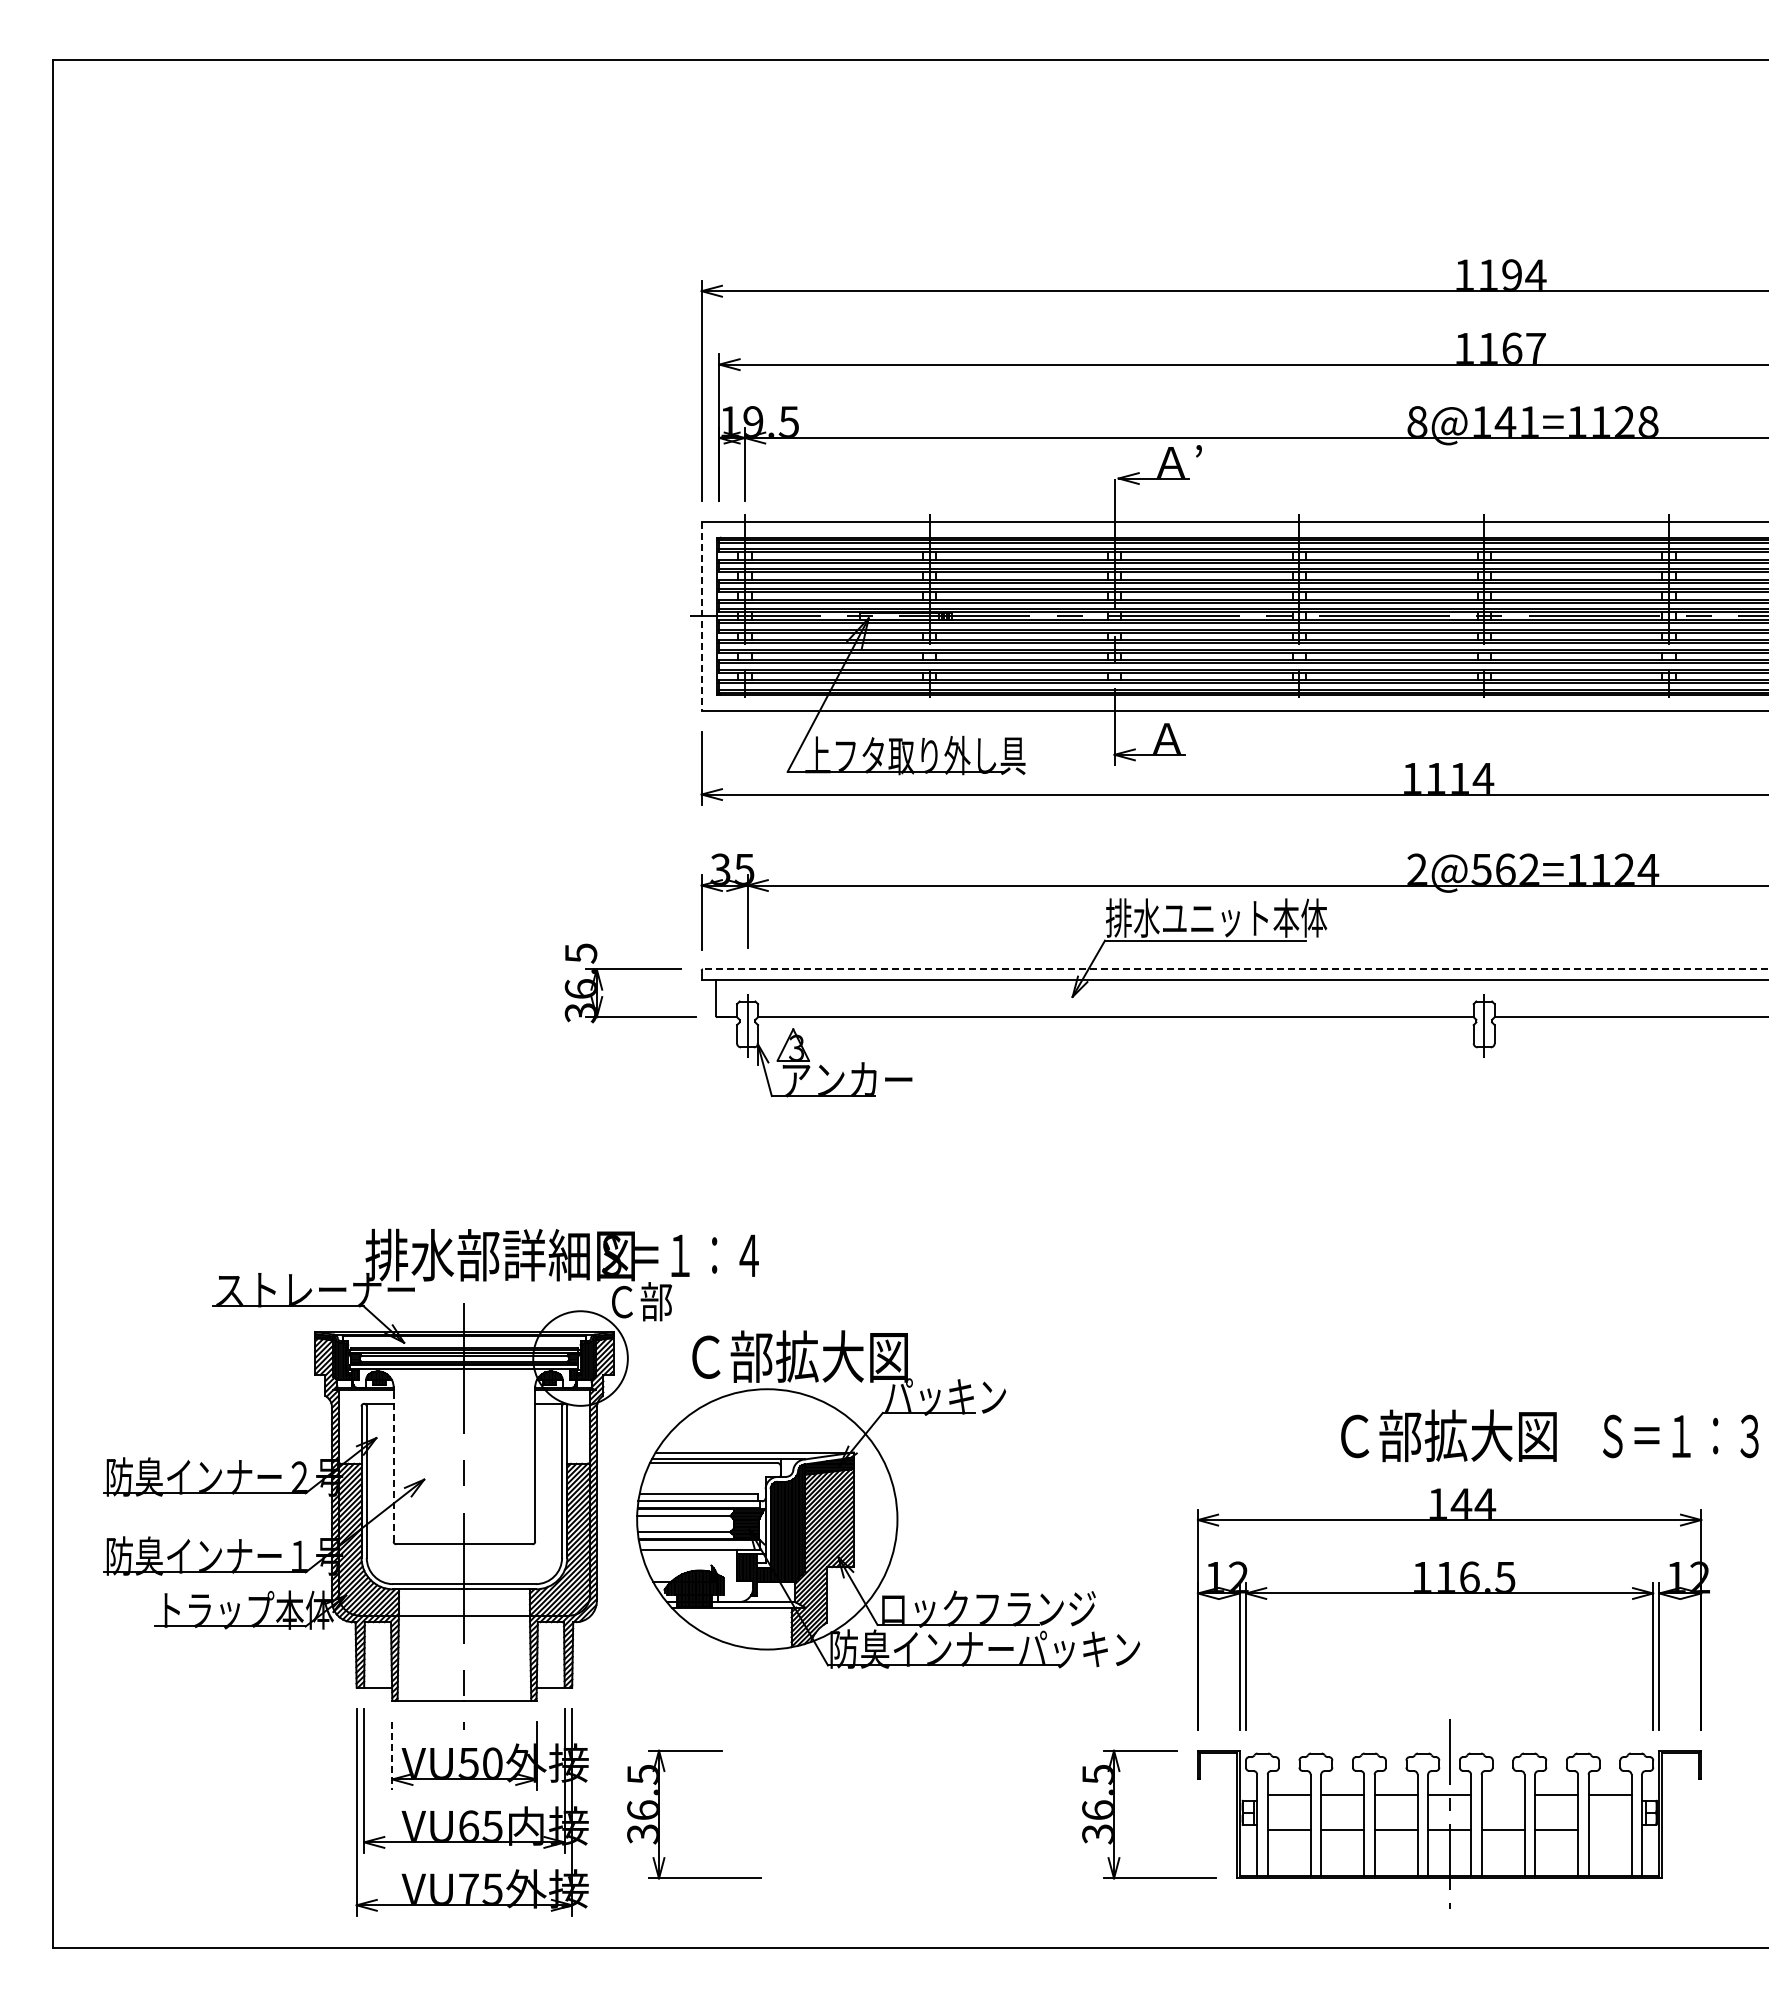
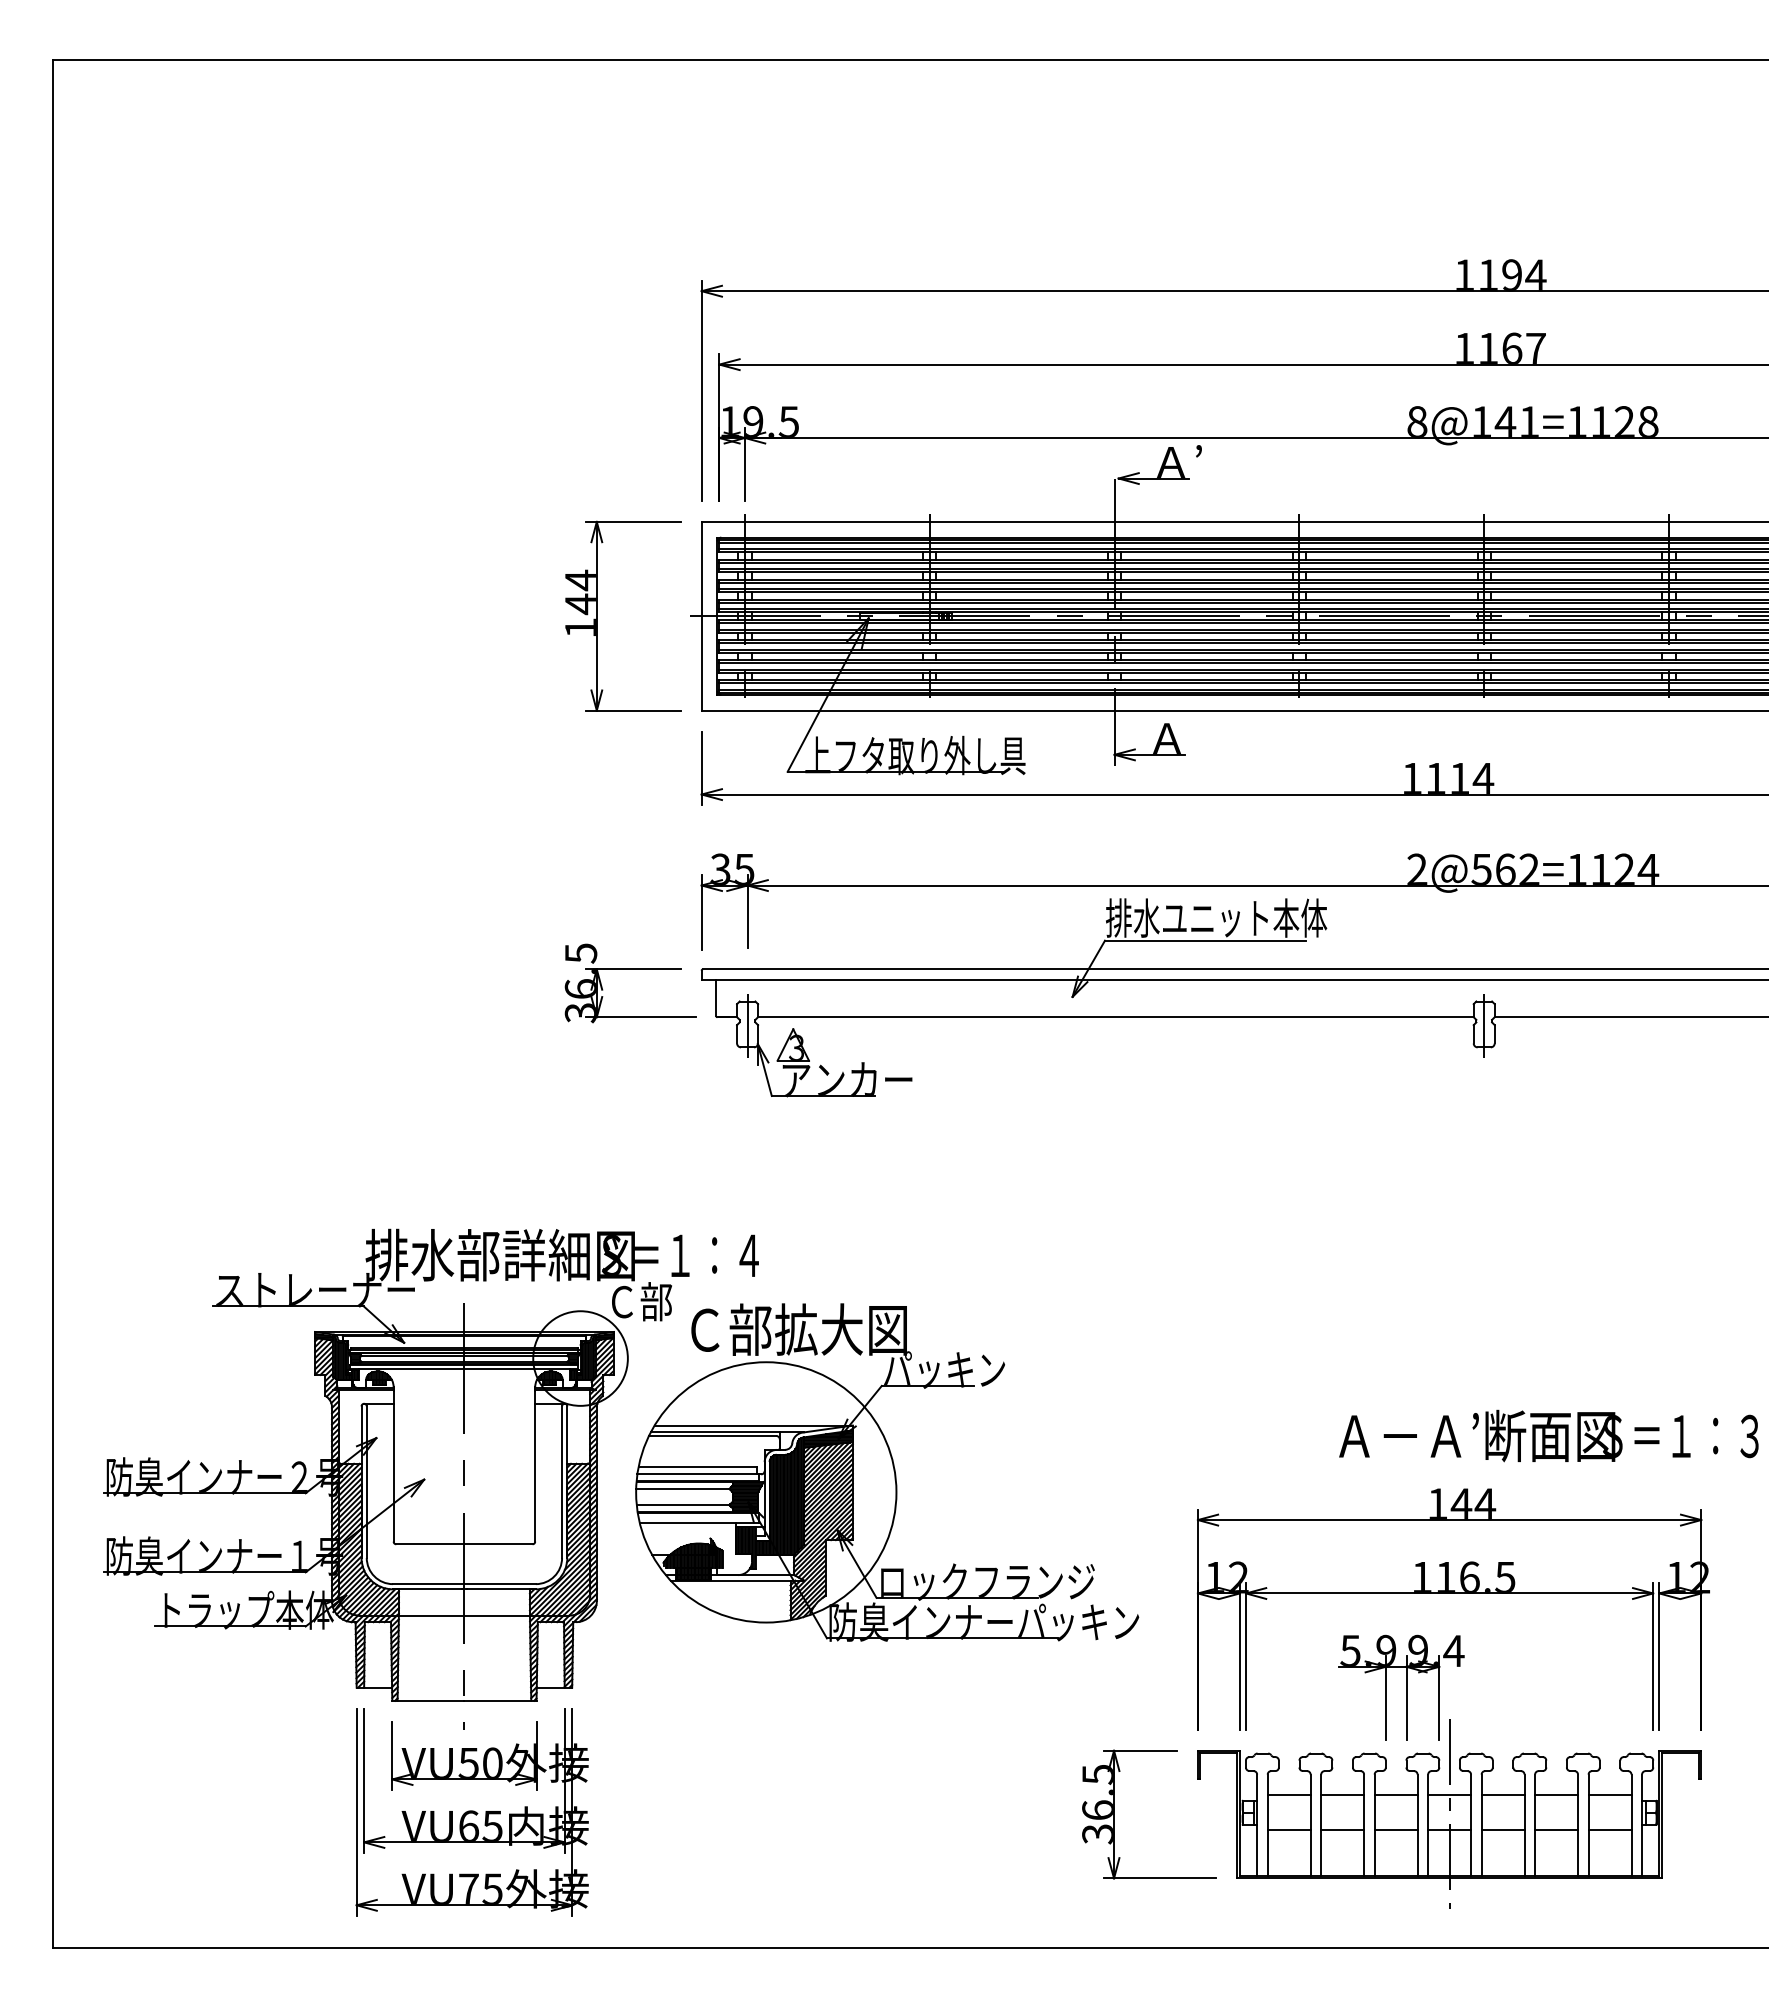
part at (597, 615): none -> present
line at (701, 616): dashed -> solid
line at (1235, 969): dashed -> solid
text at (1477, 1435): Ｃ部拡大図 -> Ａ－Ａ’断面図
line at (393, 1463): dashed -> solid
part at (888, 1499) position: (888, 1499) -> (887, 1472)
part at (1401, 1687): none -> present
line at (392, 1756): dashed -> solid
line at (1502, 1795): none -> present
part at (659, 1814): present -> none
line at (1609, 1830): none -> present
